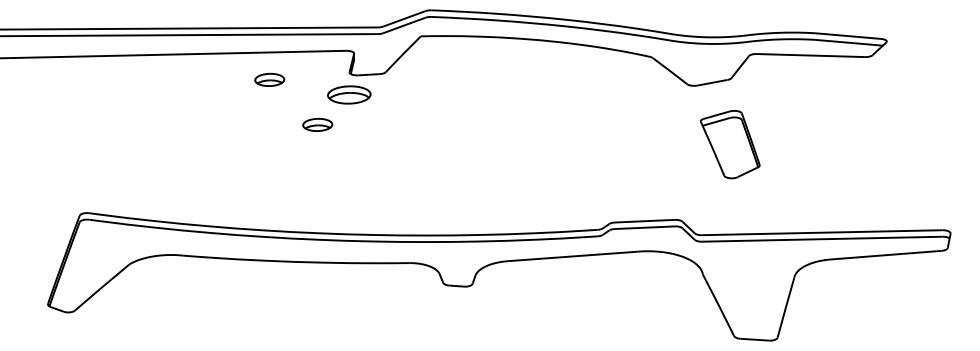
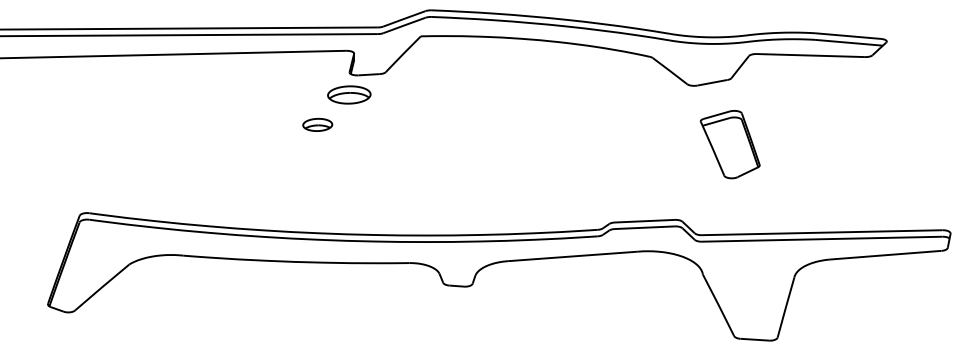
part at (269, 79): present -> none
